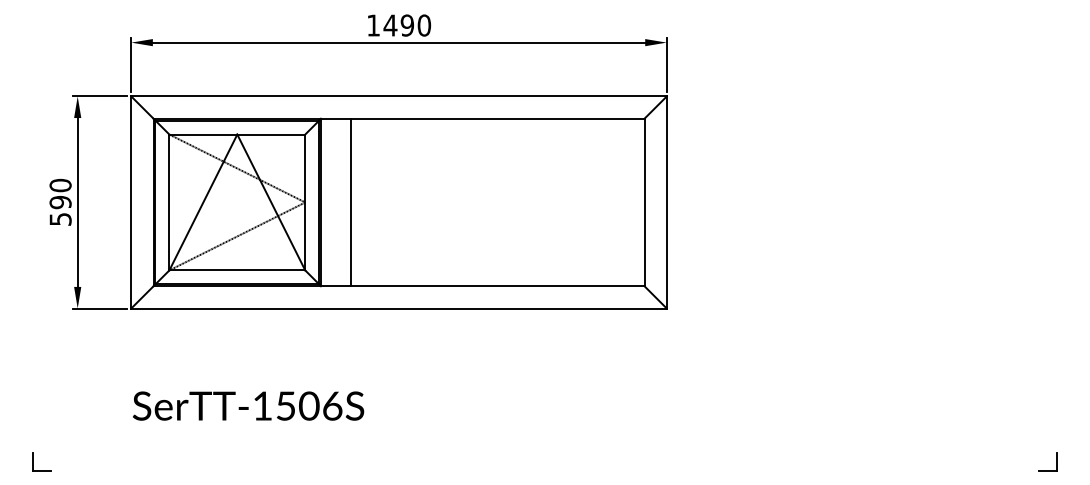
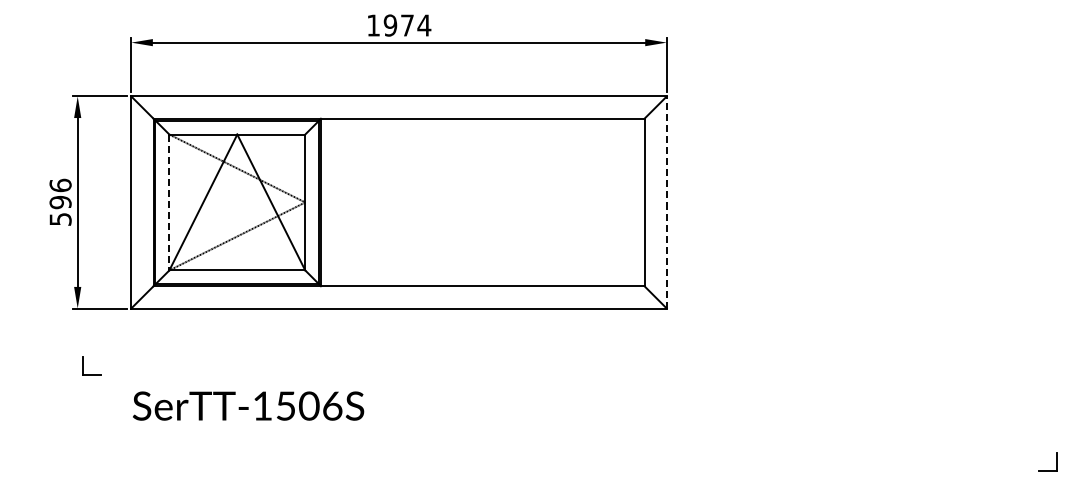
text at (407, 25): 1490 -> 1974
text at (60, 185): 590 -> 596
line at (666, 201): solid -> dashed
line at (169, 202): solid -> dashed
line at (351, 202): present -> none
part at (33, 461) position: (33, 461) -> (83, 365)
